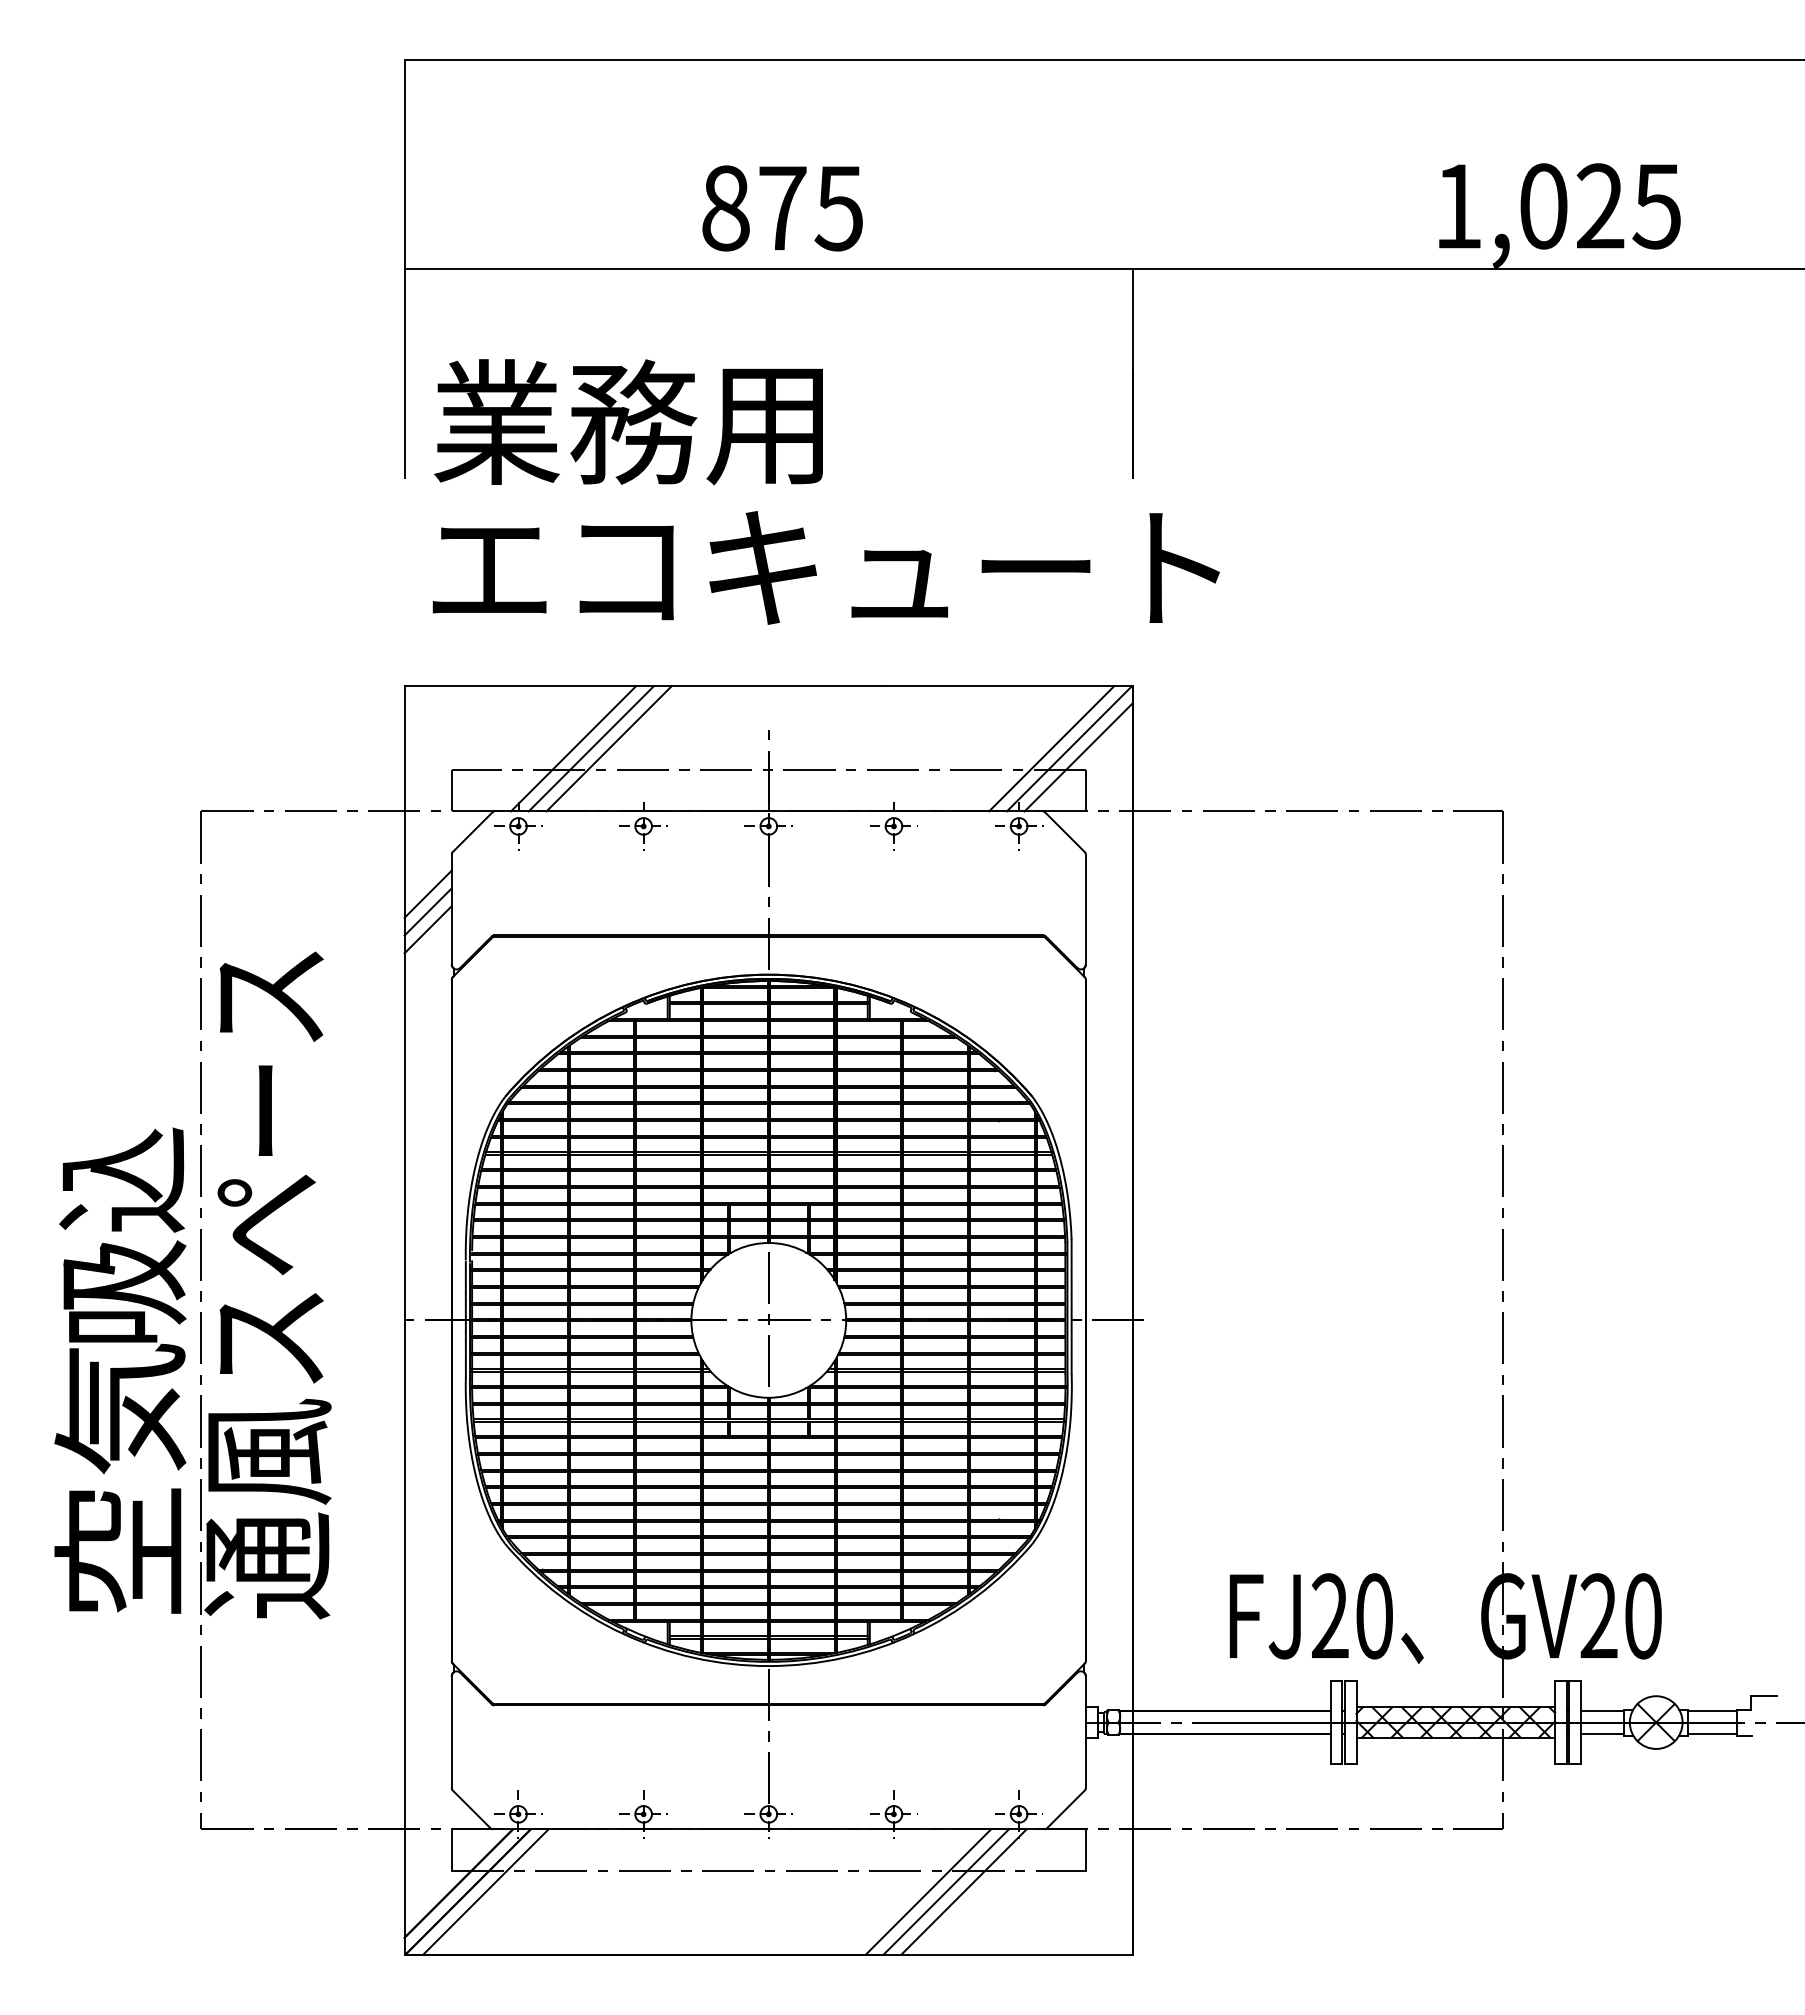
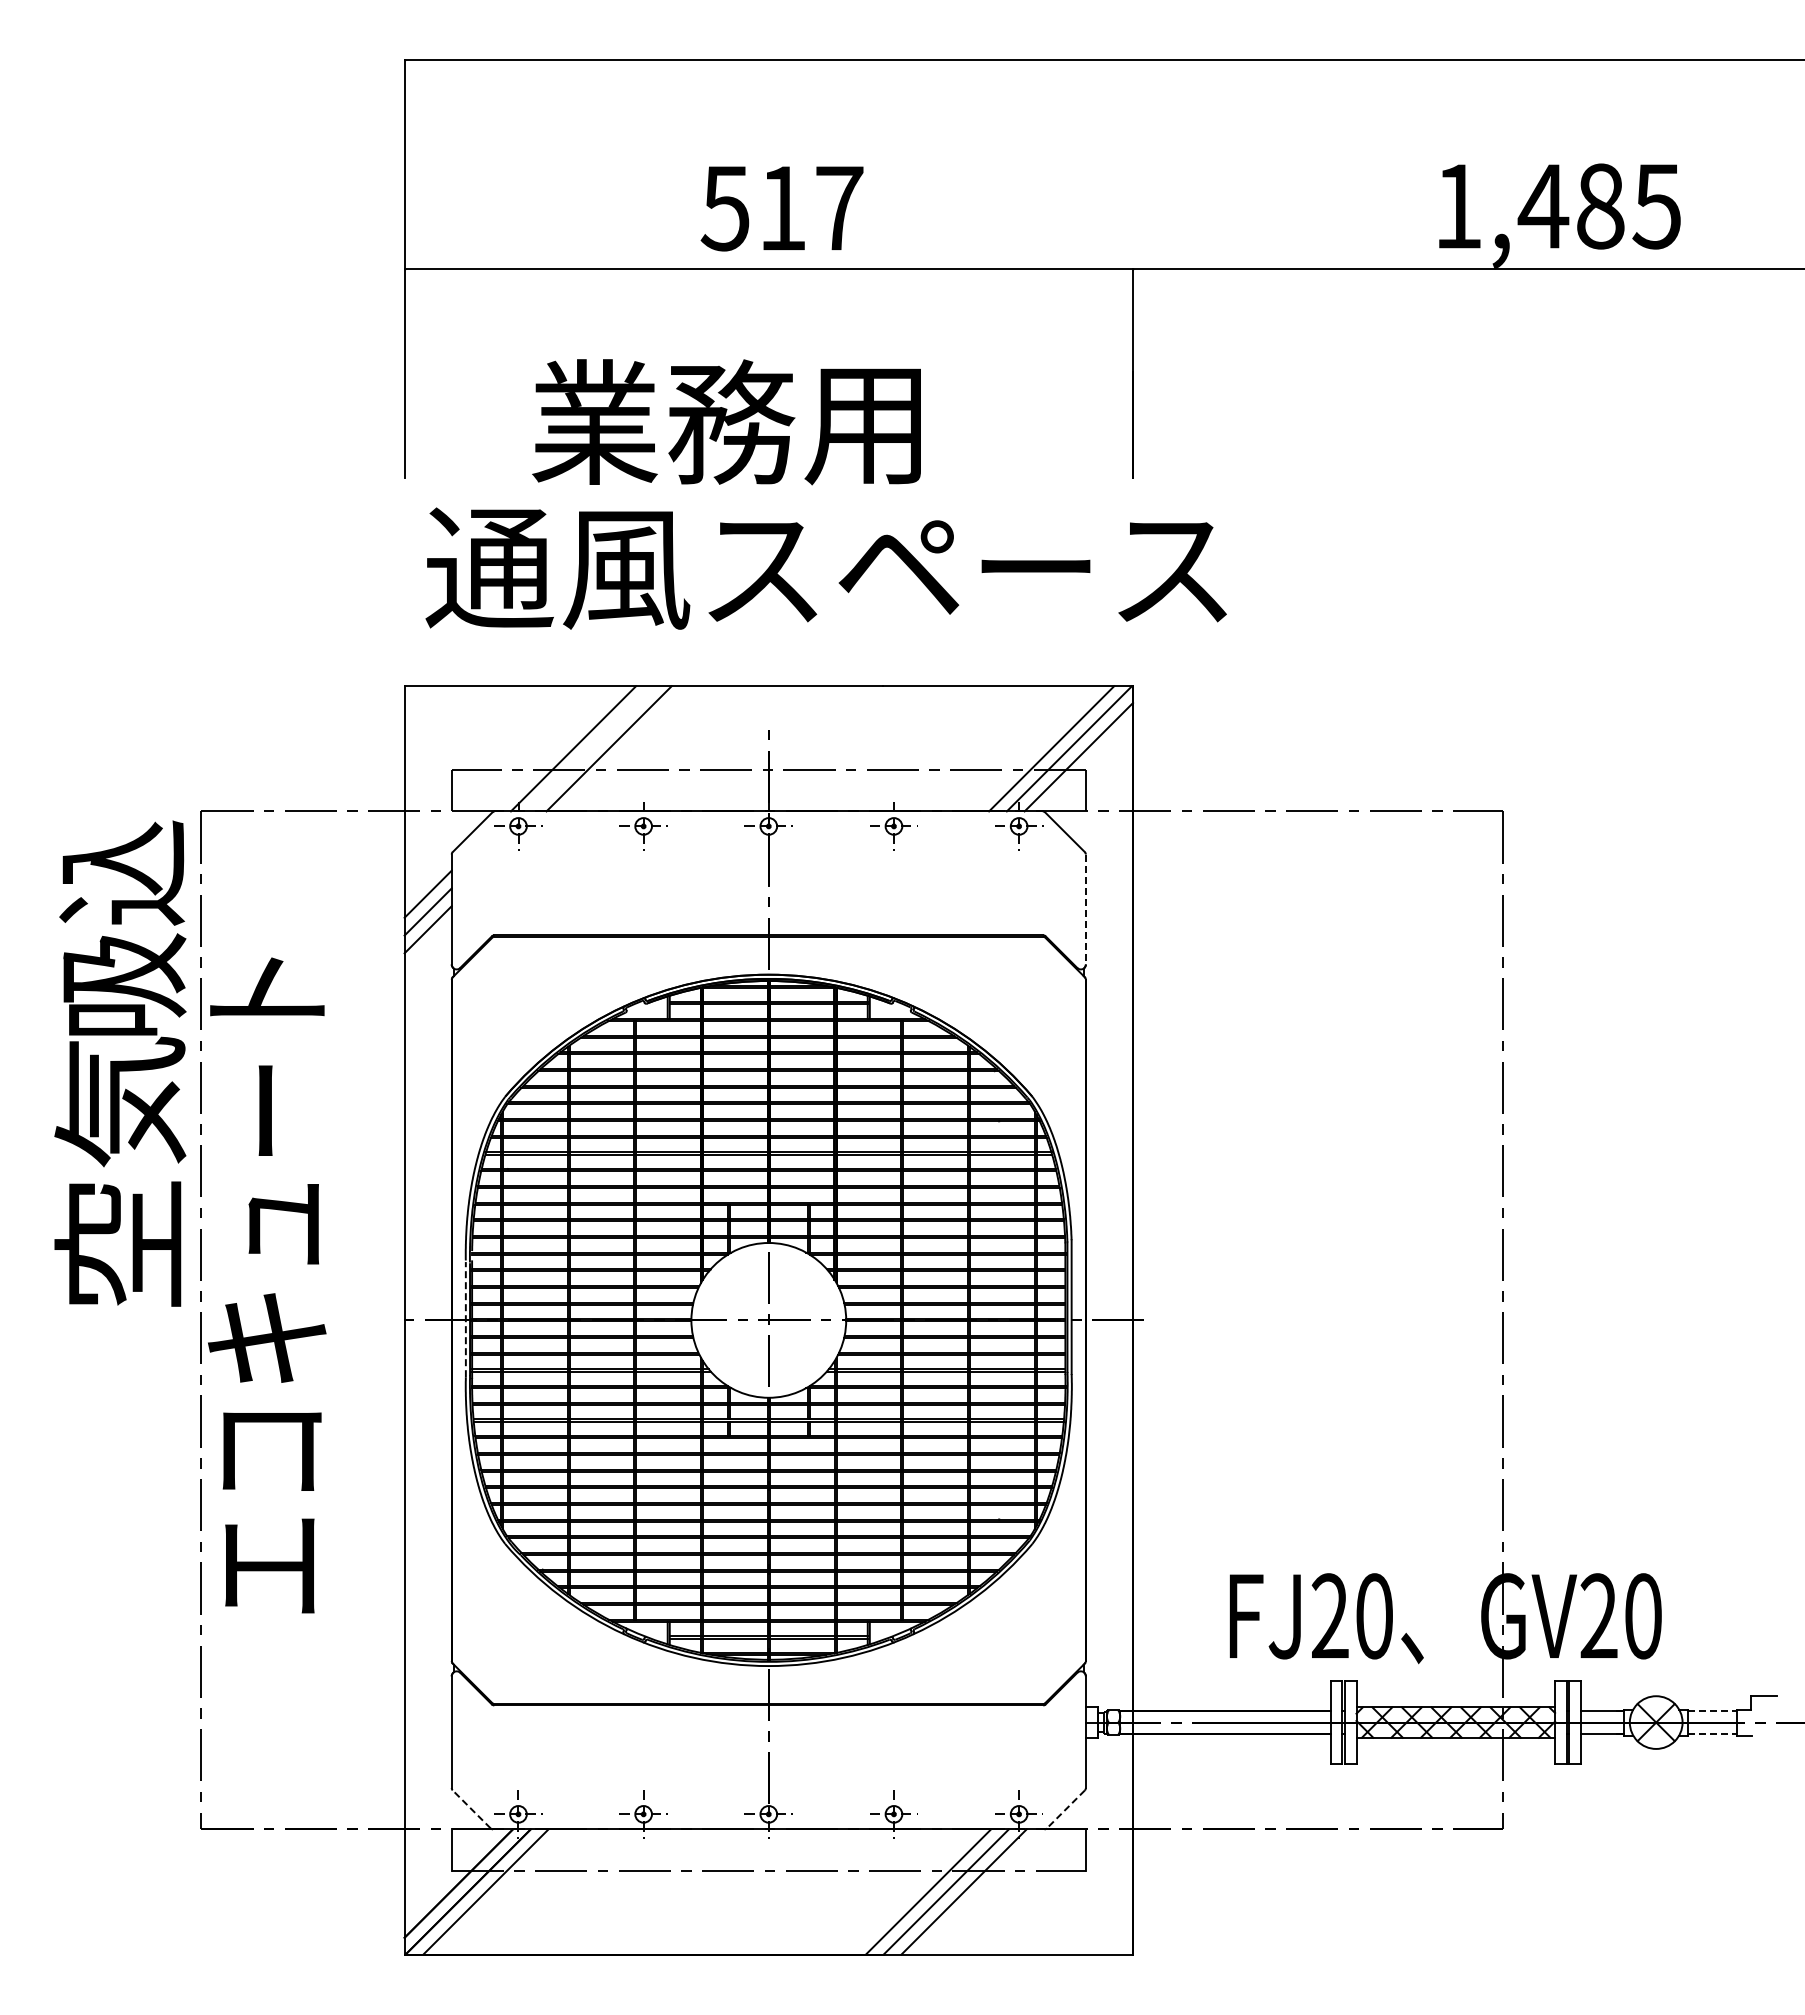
text at (1570, 206): 1,025 -> 1,485
text at (781, 208): 875 -> 517
text at (628, 422) position: (628, 422) -> (726, 422)
text at (825, 568): エコキュート -> 通風スペース
line at (590, 748): present -> none
line at (1085, 909): solid -> dashed
text at (267, 1285): 通風スペース -> エコキュート
line at (465, 1319): solid -> dashed
text at (120, 1370) position: (120, 1370) -> (120, 1063)
line at (1713, 1711): solid -> dashed
line at (1713, 1733): solid -> dashed
line at (471, 1809): solid -> dashed
line at (1065, 1809): solid -> dashed
